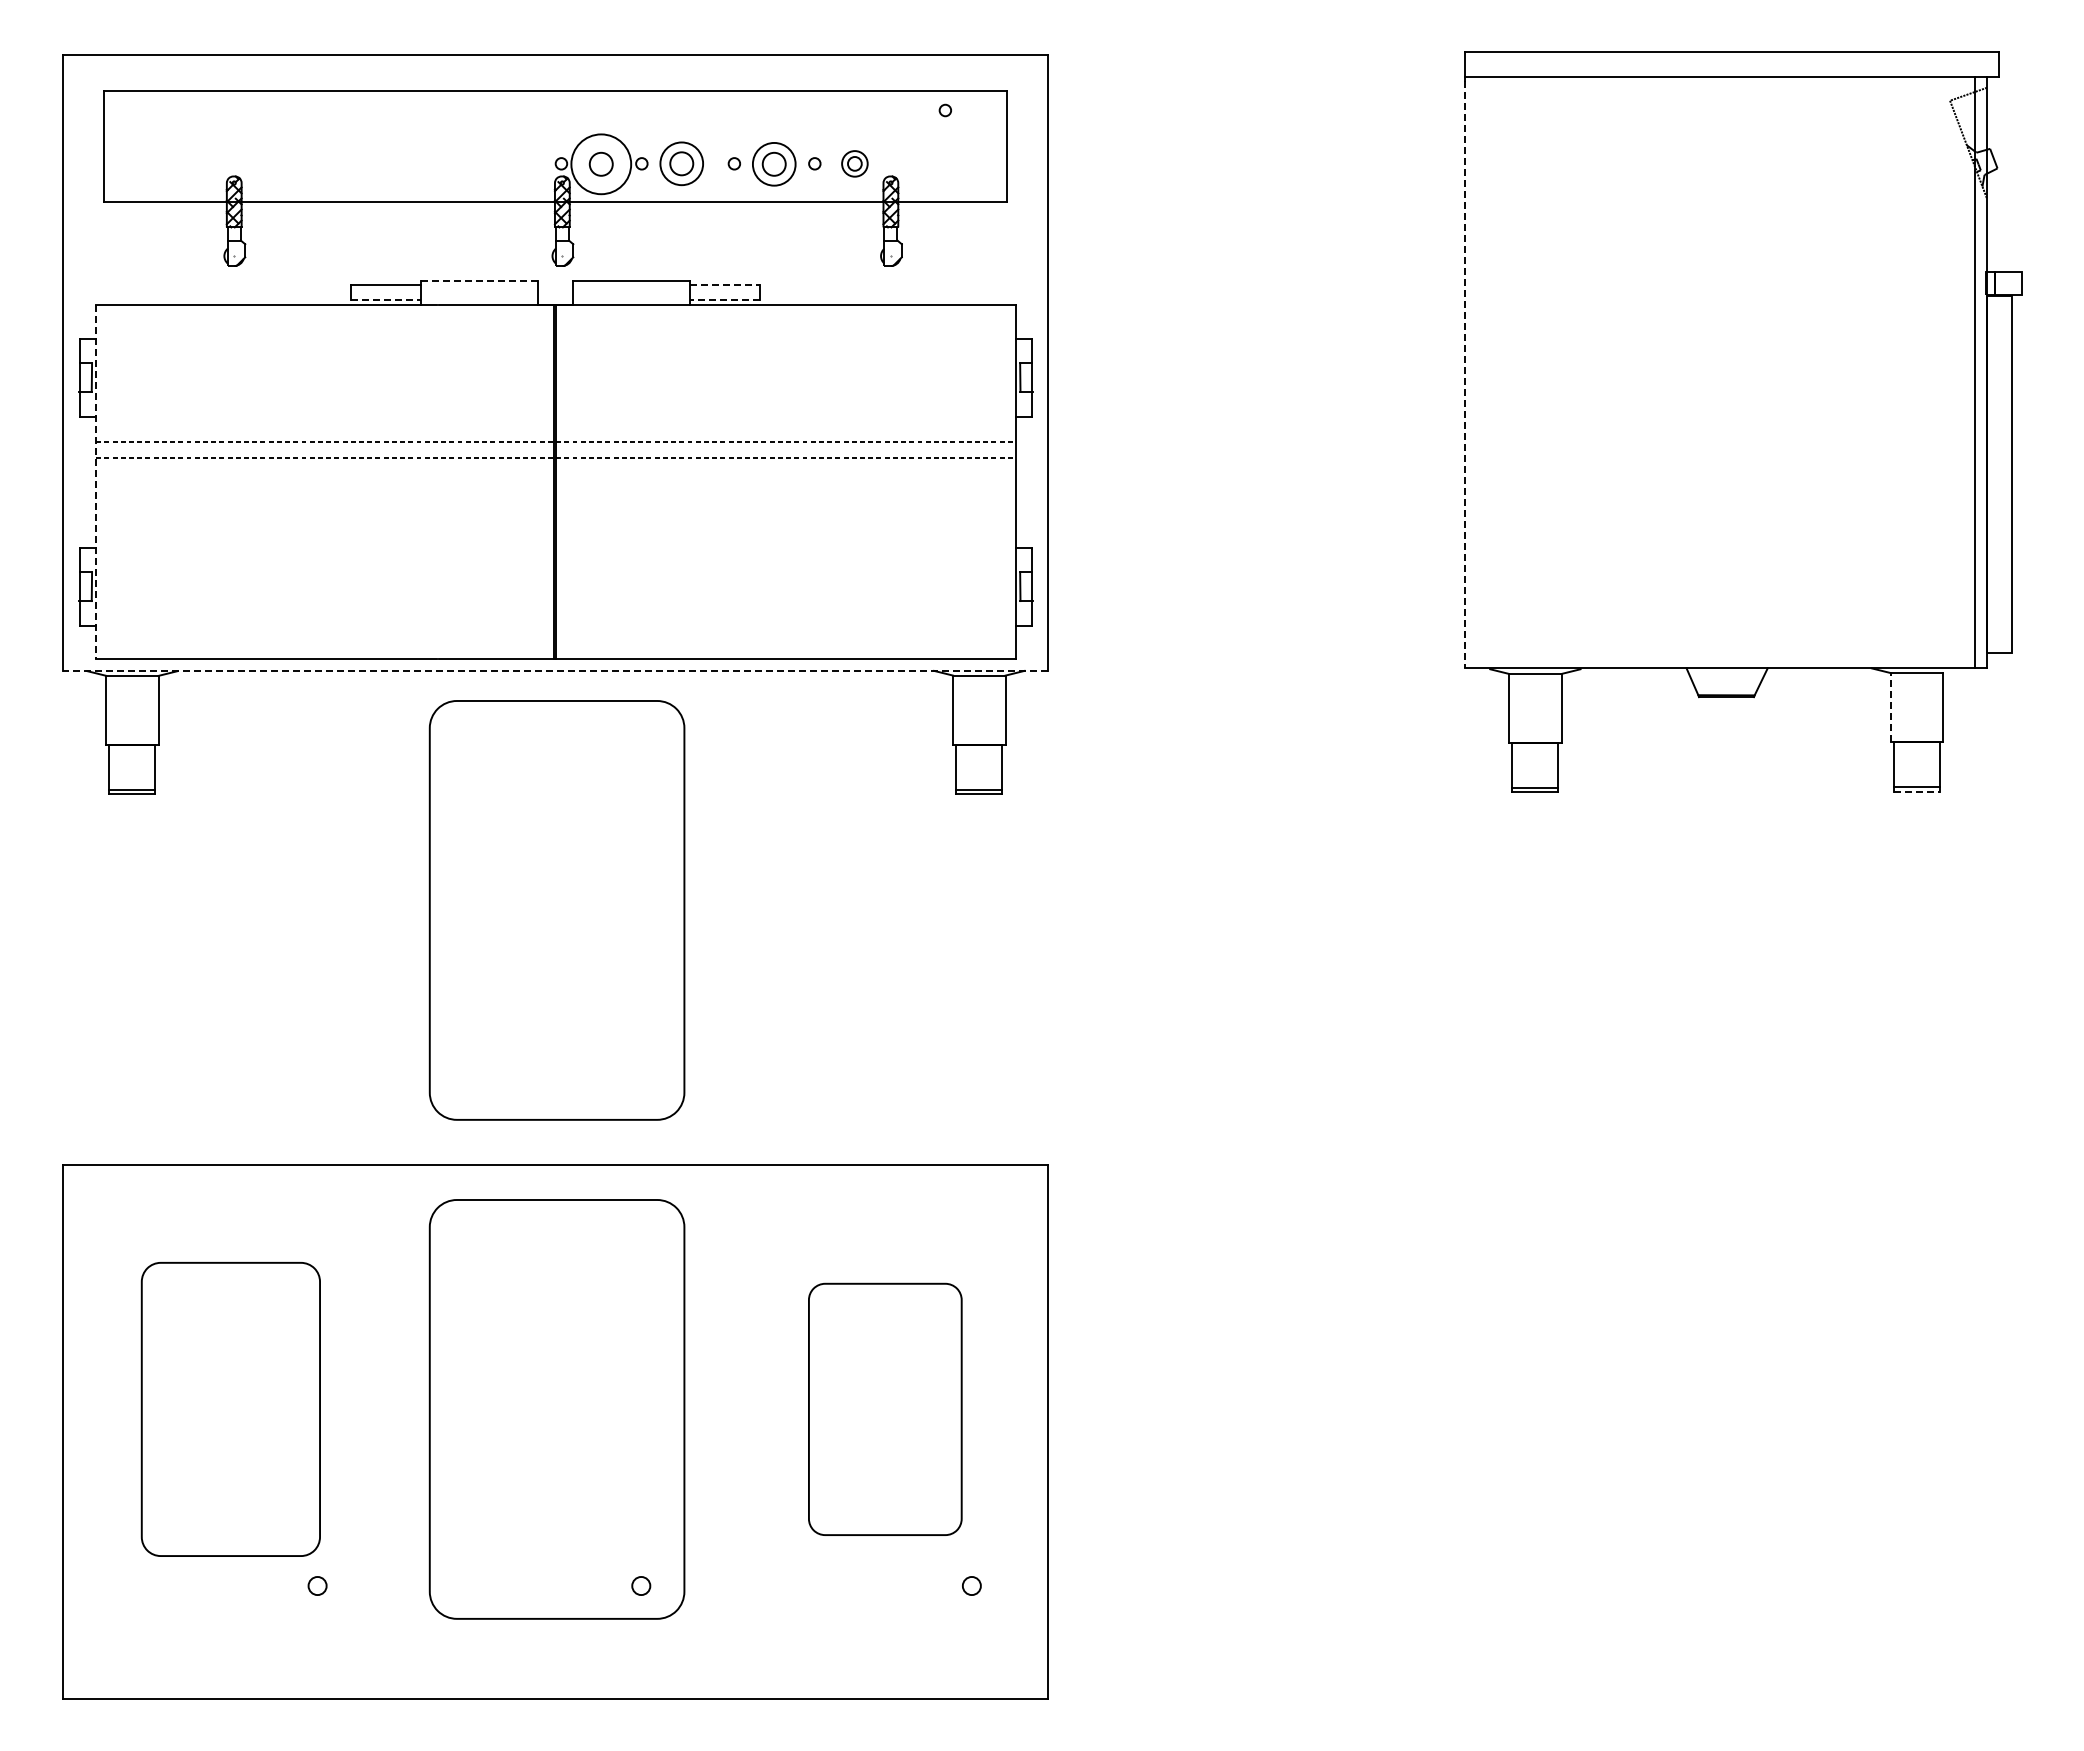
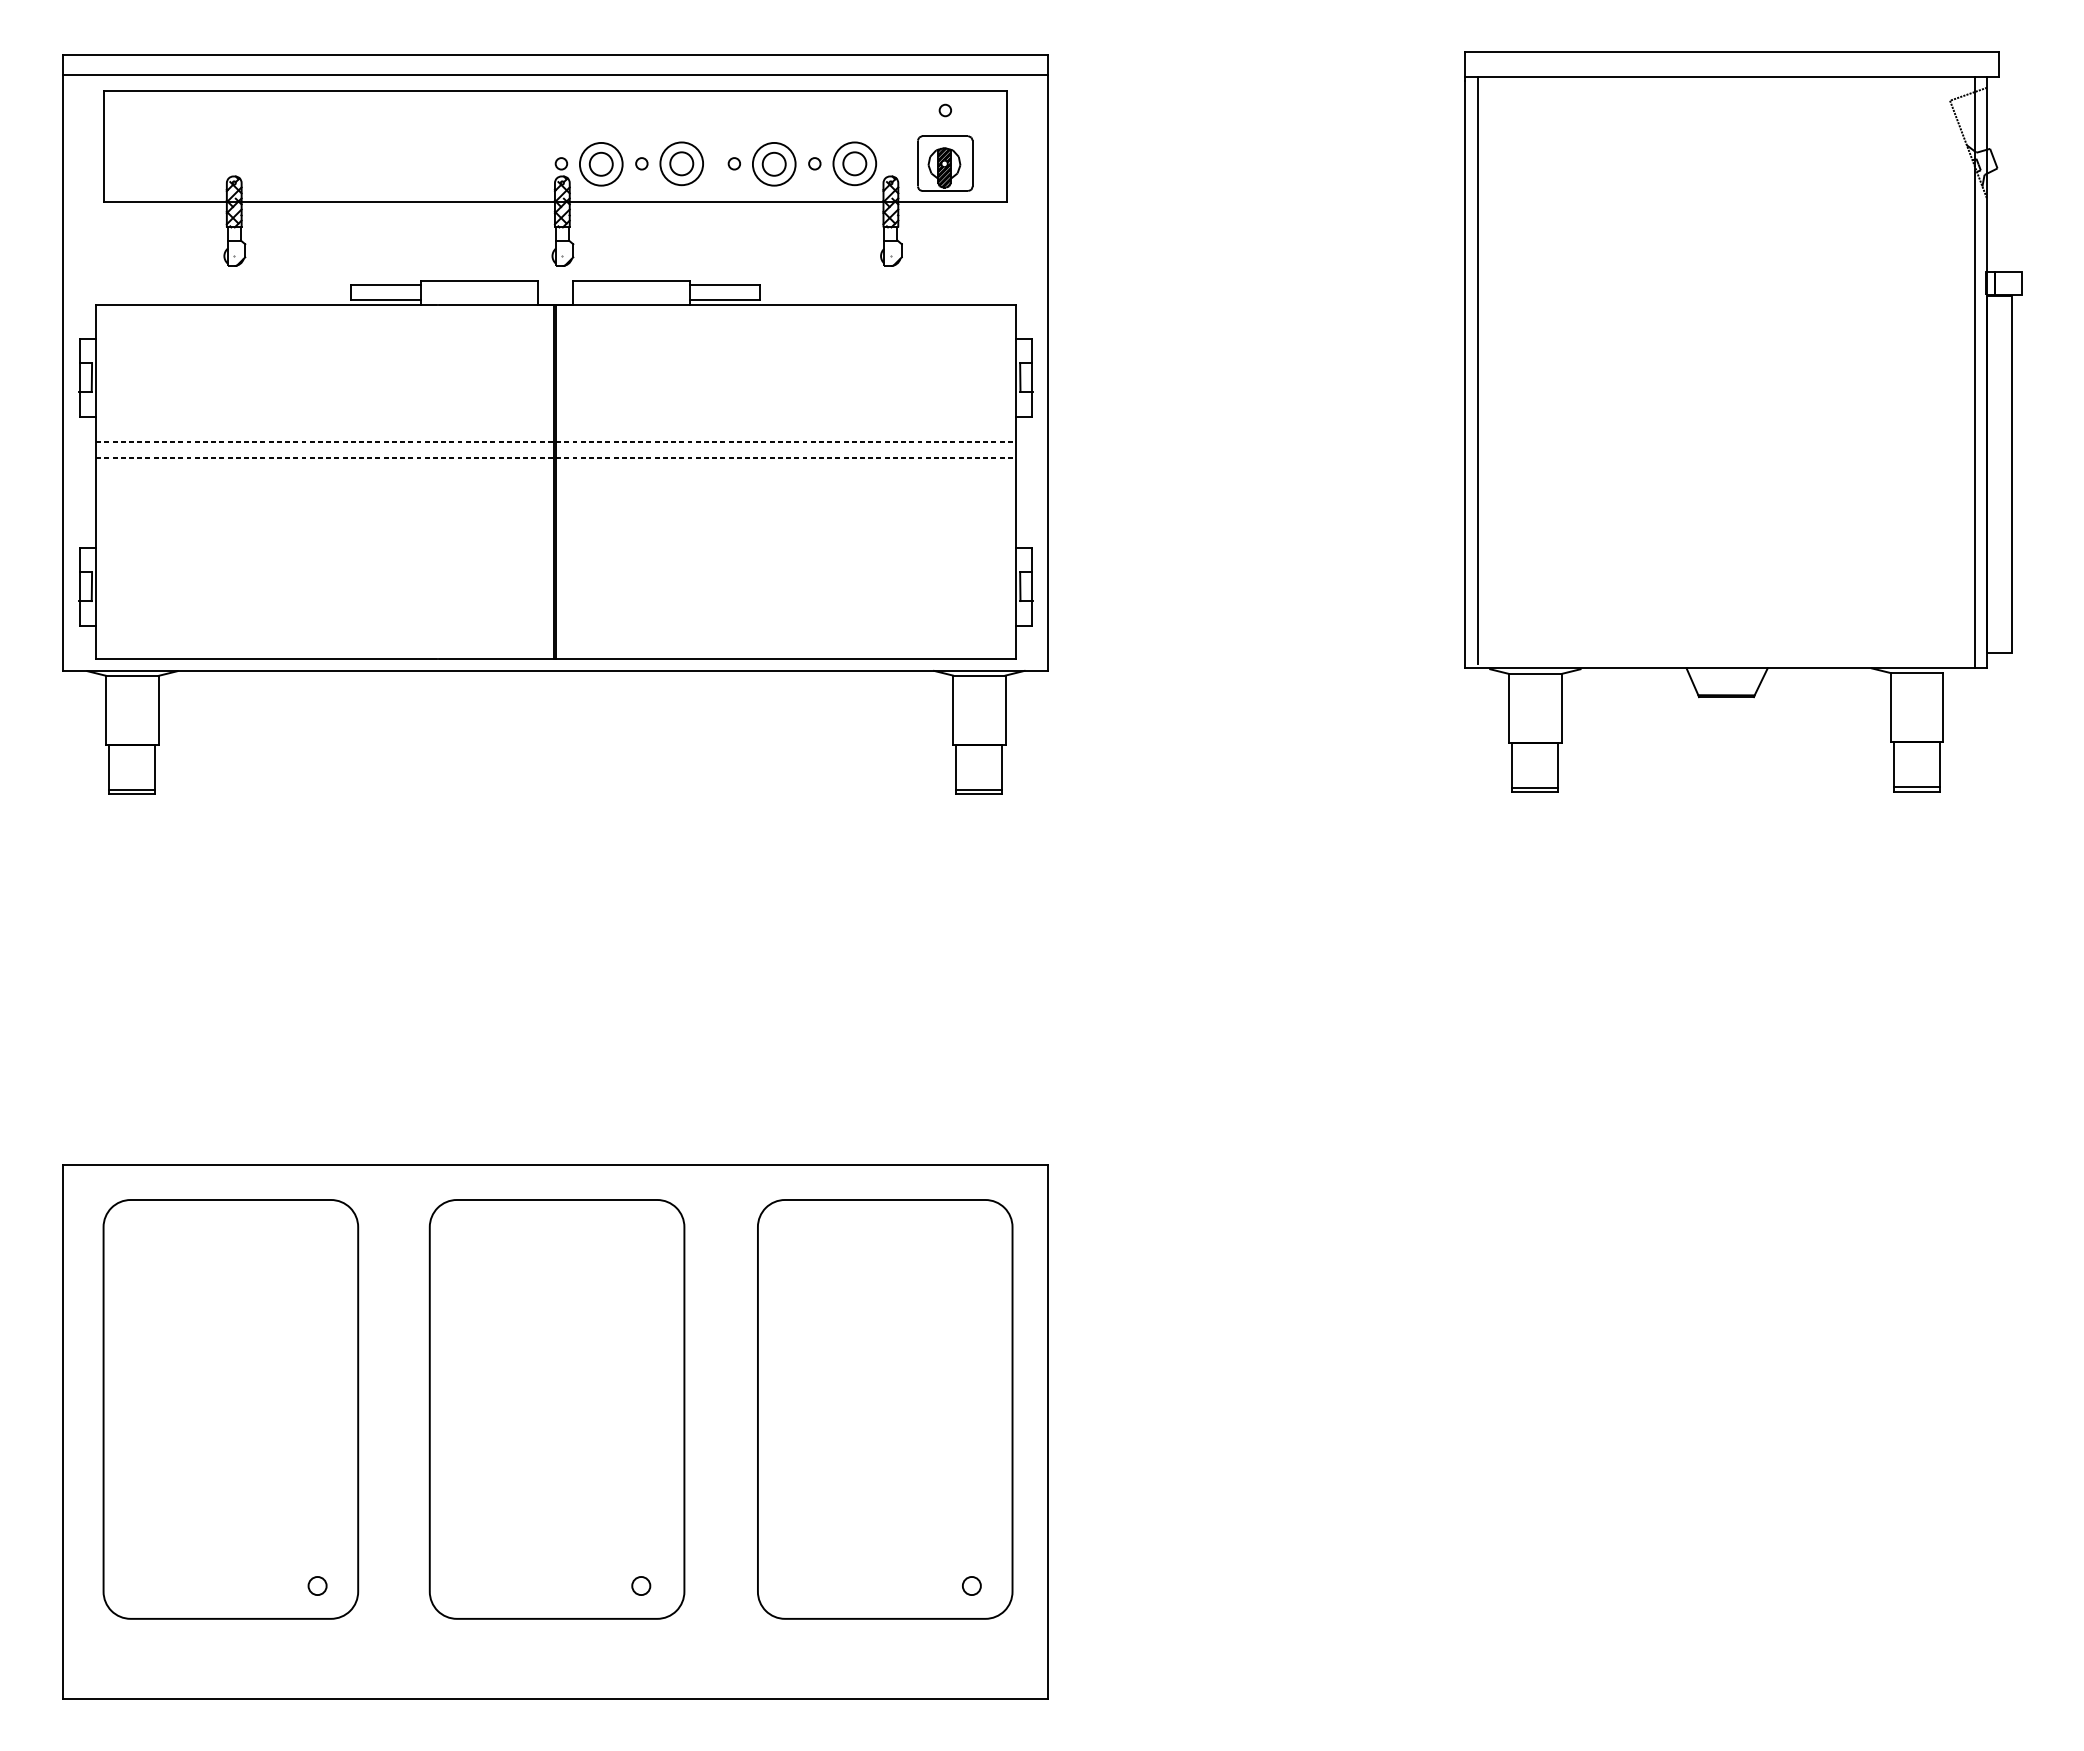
line at (555, 75): none -> present
part at (854, 163) size: 28x28 px -> 46x46 px
part at (945, 163): none -> present
circle at (601, 164) diameter: 60 px -> 43 px
line at (479, 280): dashed -> solid
line at (724, 284): dashed -> solid
line at (385, 299): dashed -> solid
line at (724, 299): dashed -> solid
line at (1477, 370): none -> present
line at (1465, 375): dashed -> solid
line at (96, 482): dashed -> solid
line at (555, 670): dashed -> solid
line at (1890, 707): dashed -> solid
line at (1916, 791): dashed -> solid
part at (556, 910): present -> none
part at (885, 1408) size: 155x254 px -> 257x421 px
part at (230, 1409) size: 181x295 px -> 258x421 px
